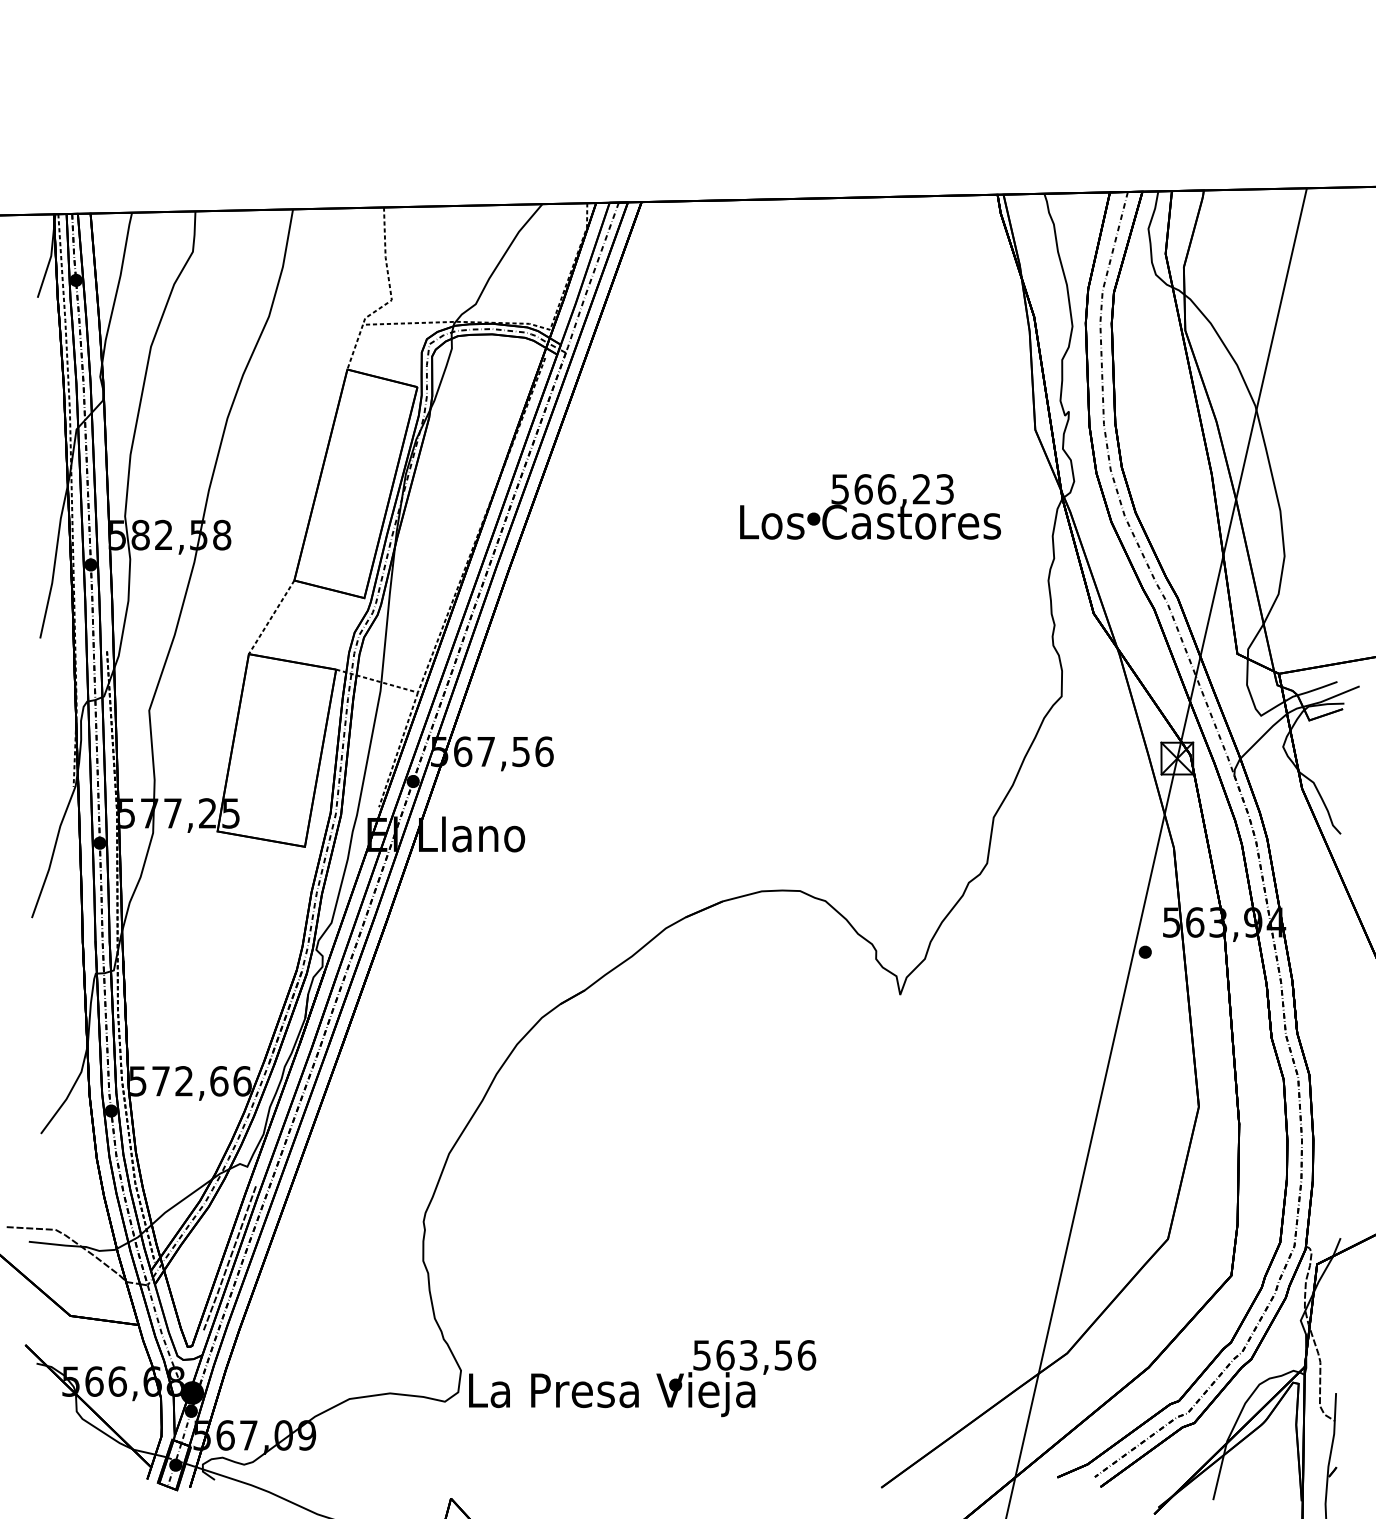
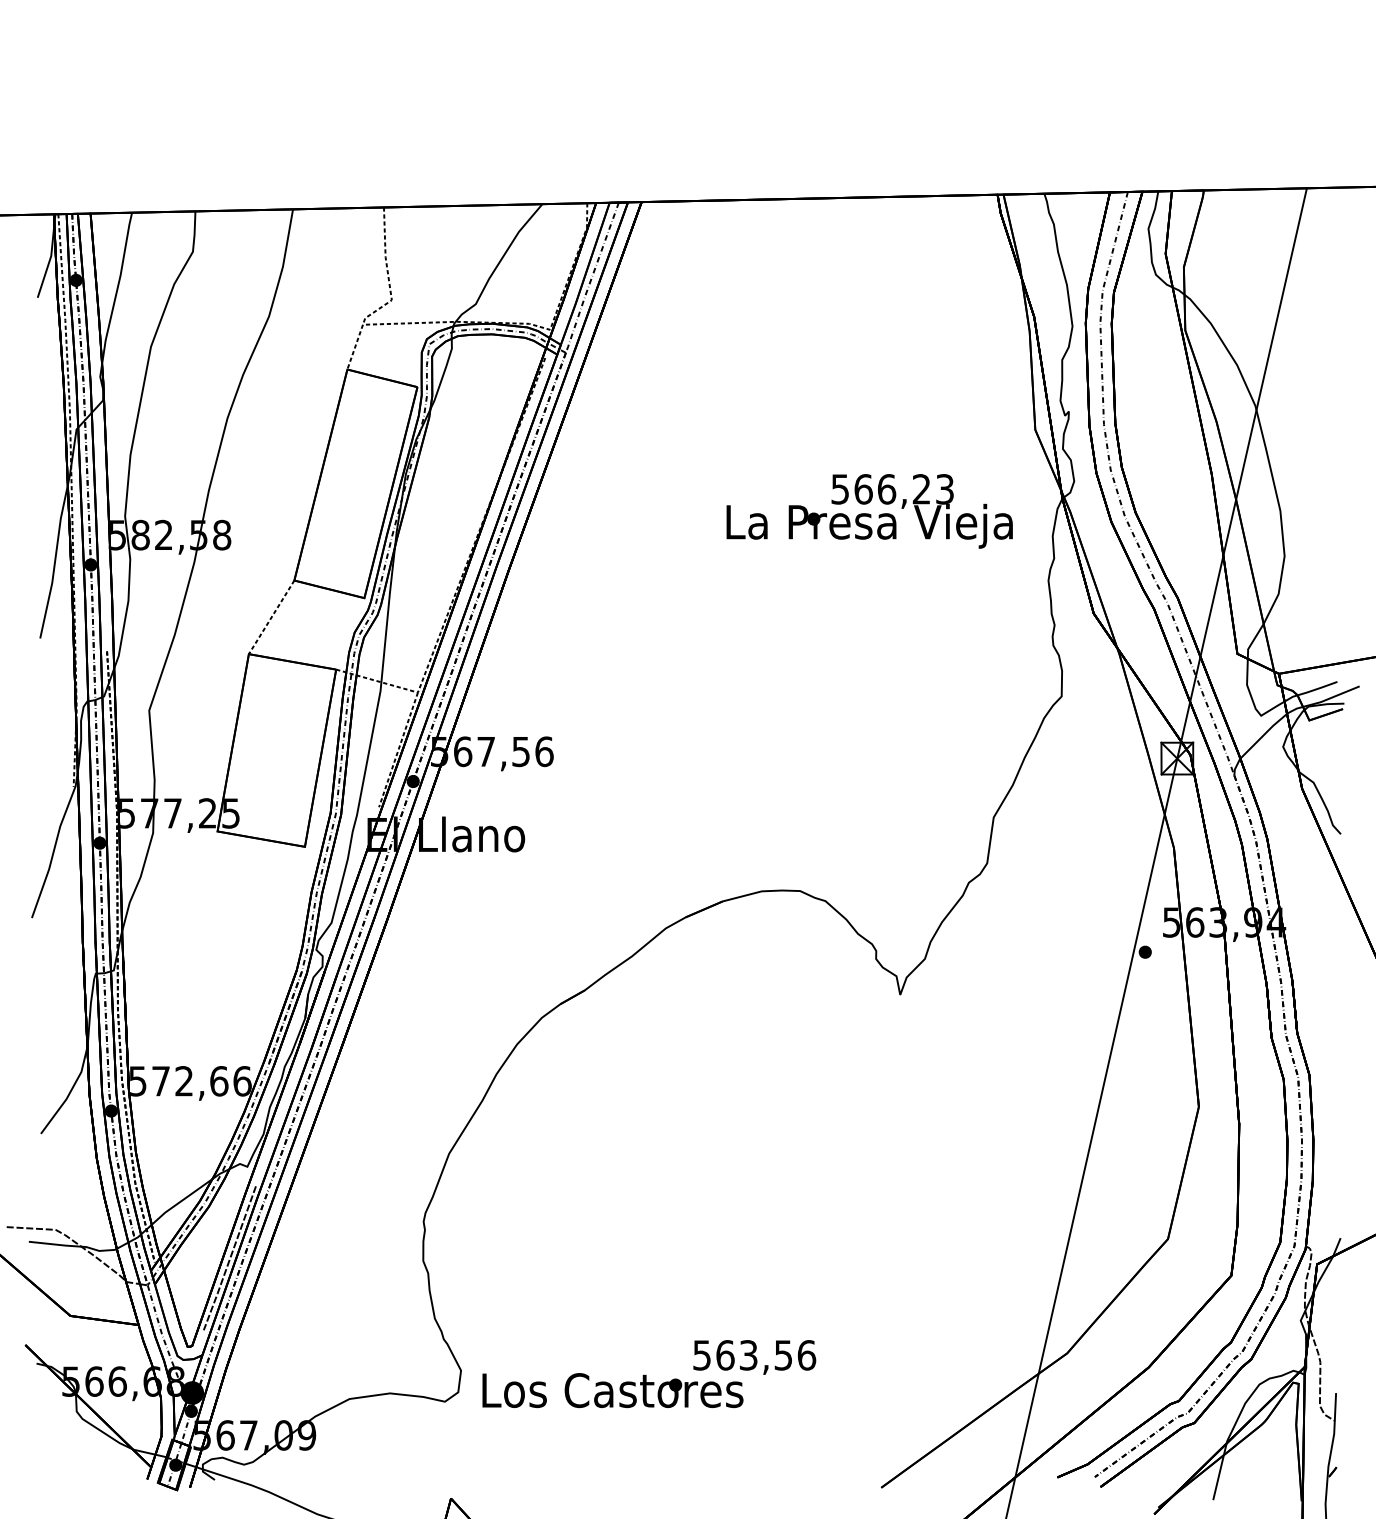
text at (869, 525): Los Castores -> La Presa Vieja
text at (612, 1394): La Presa Vieja -> Los Castores
